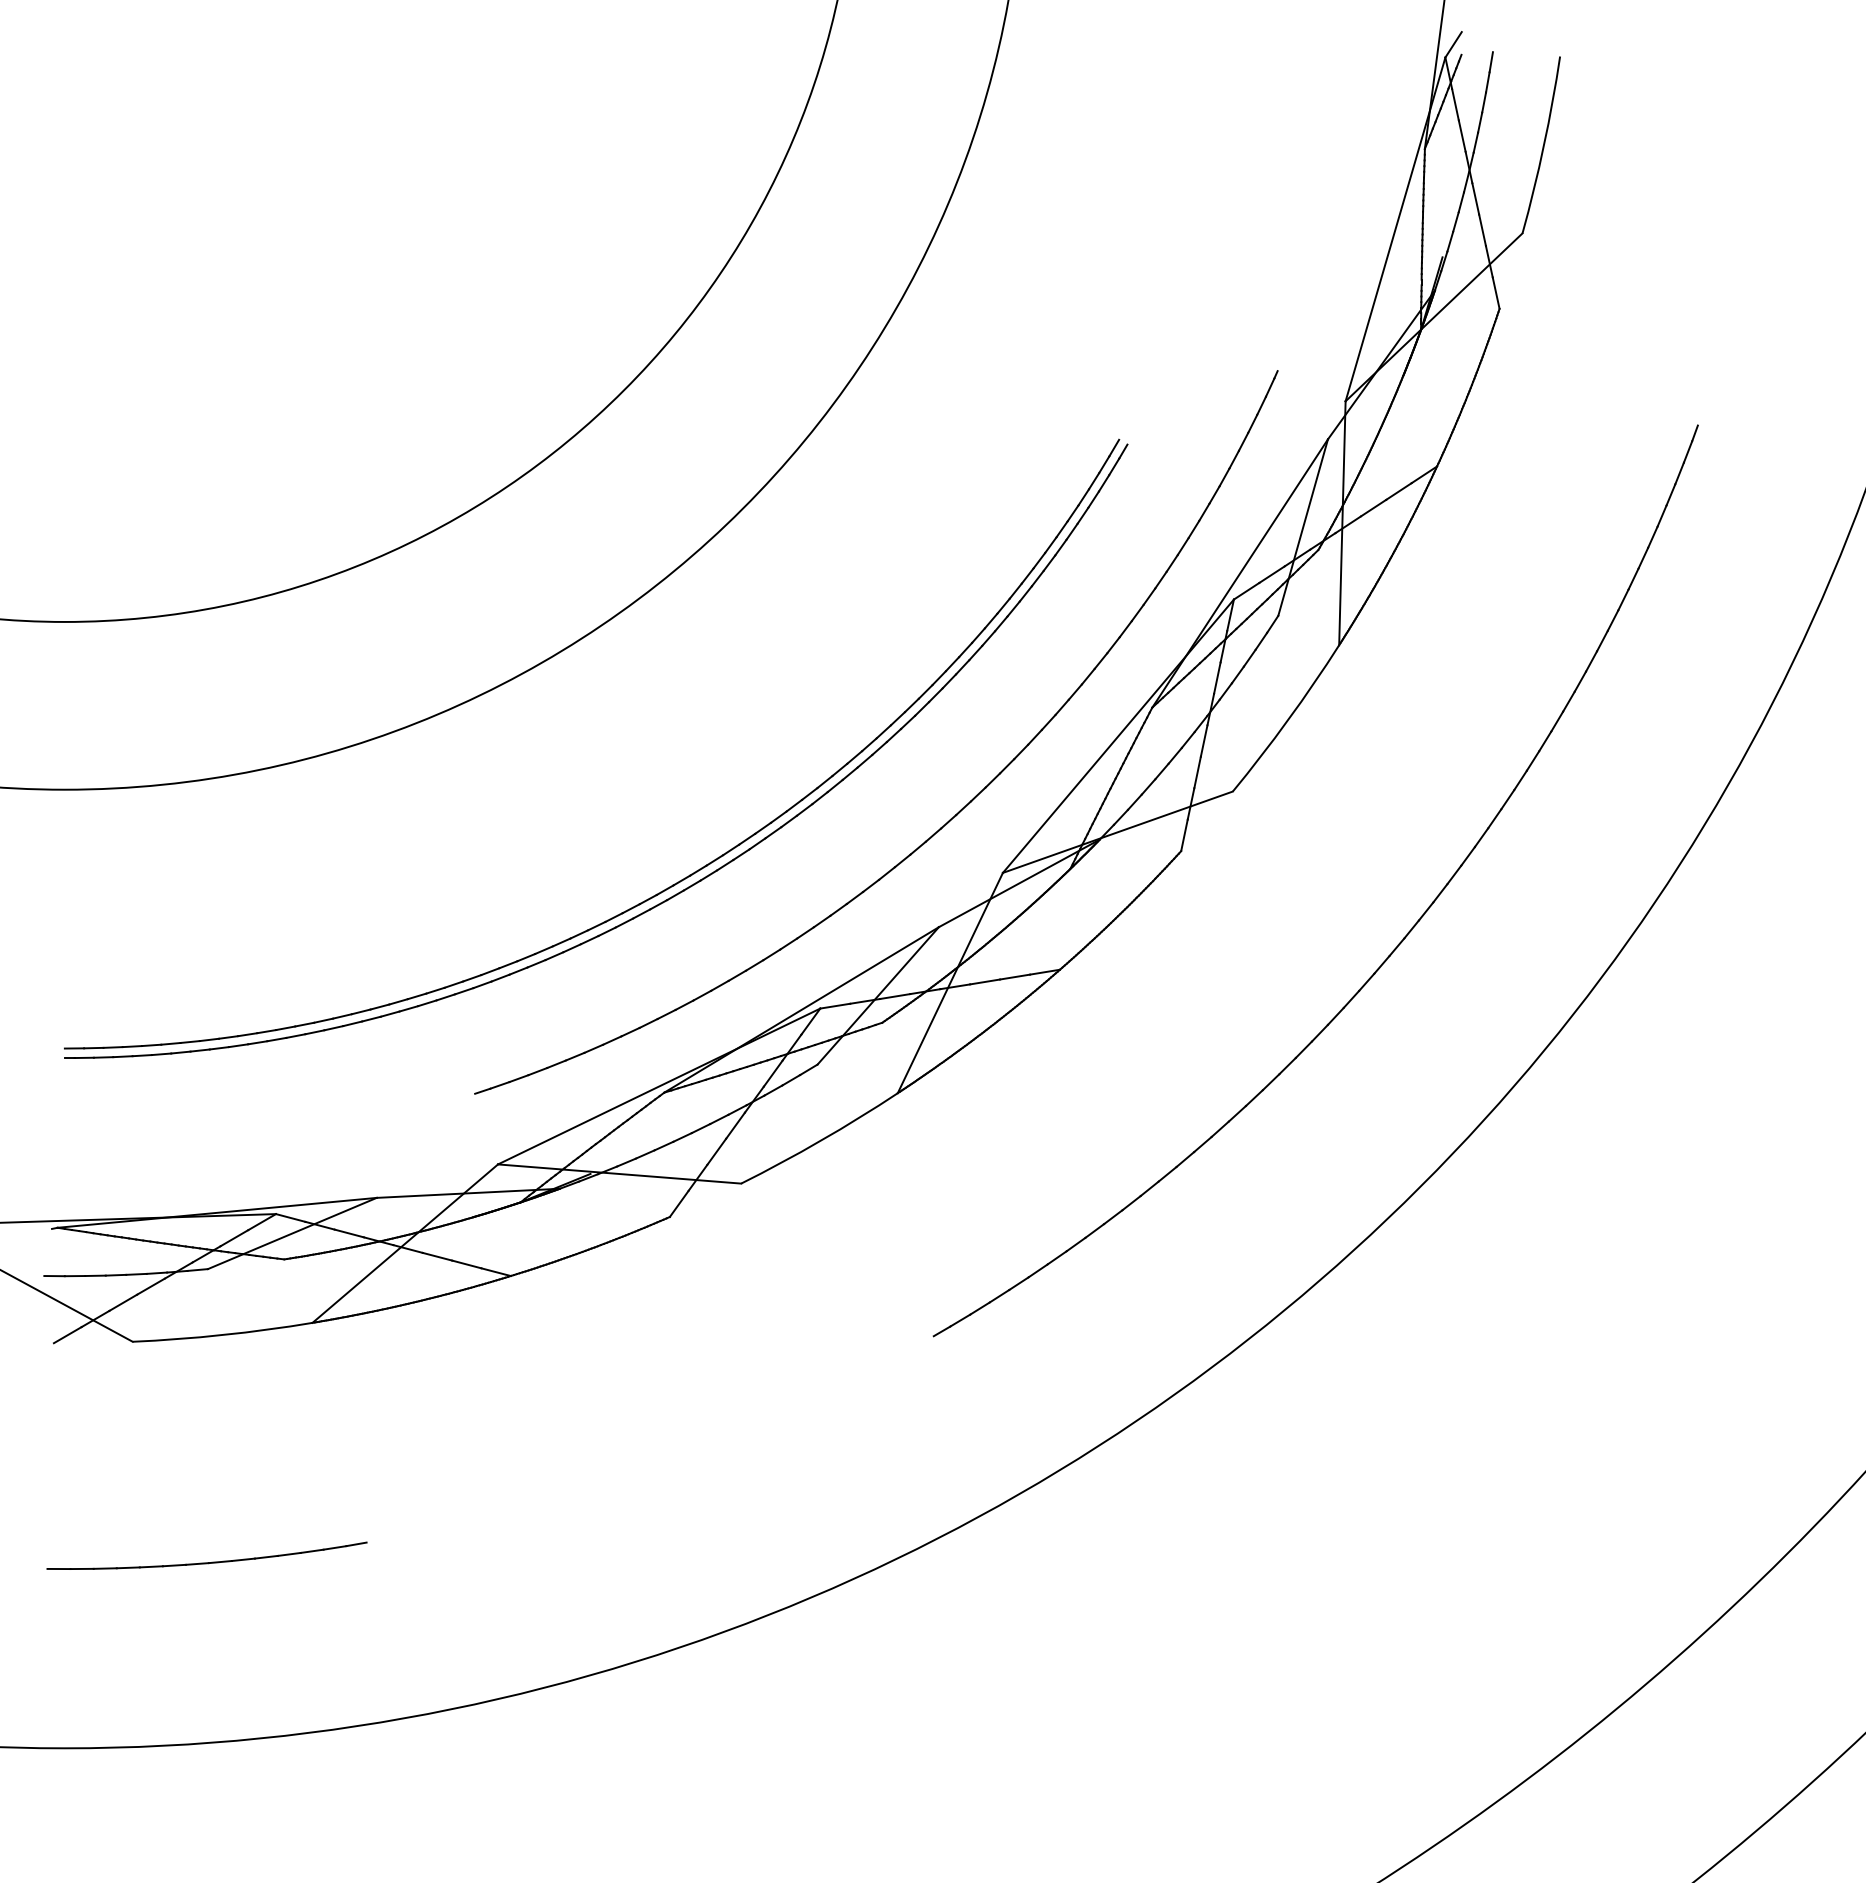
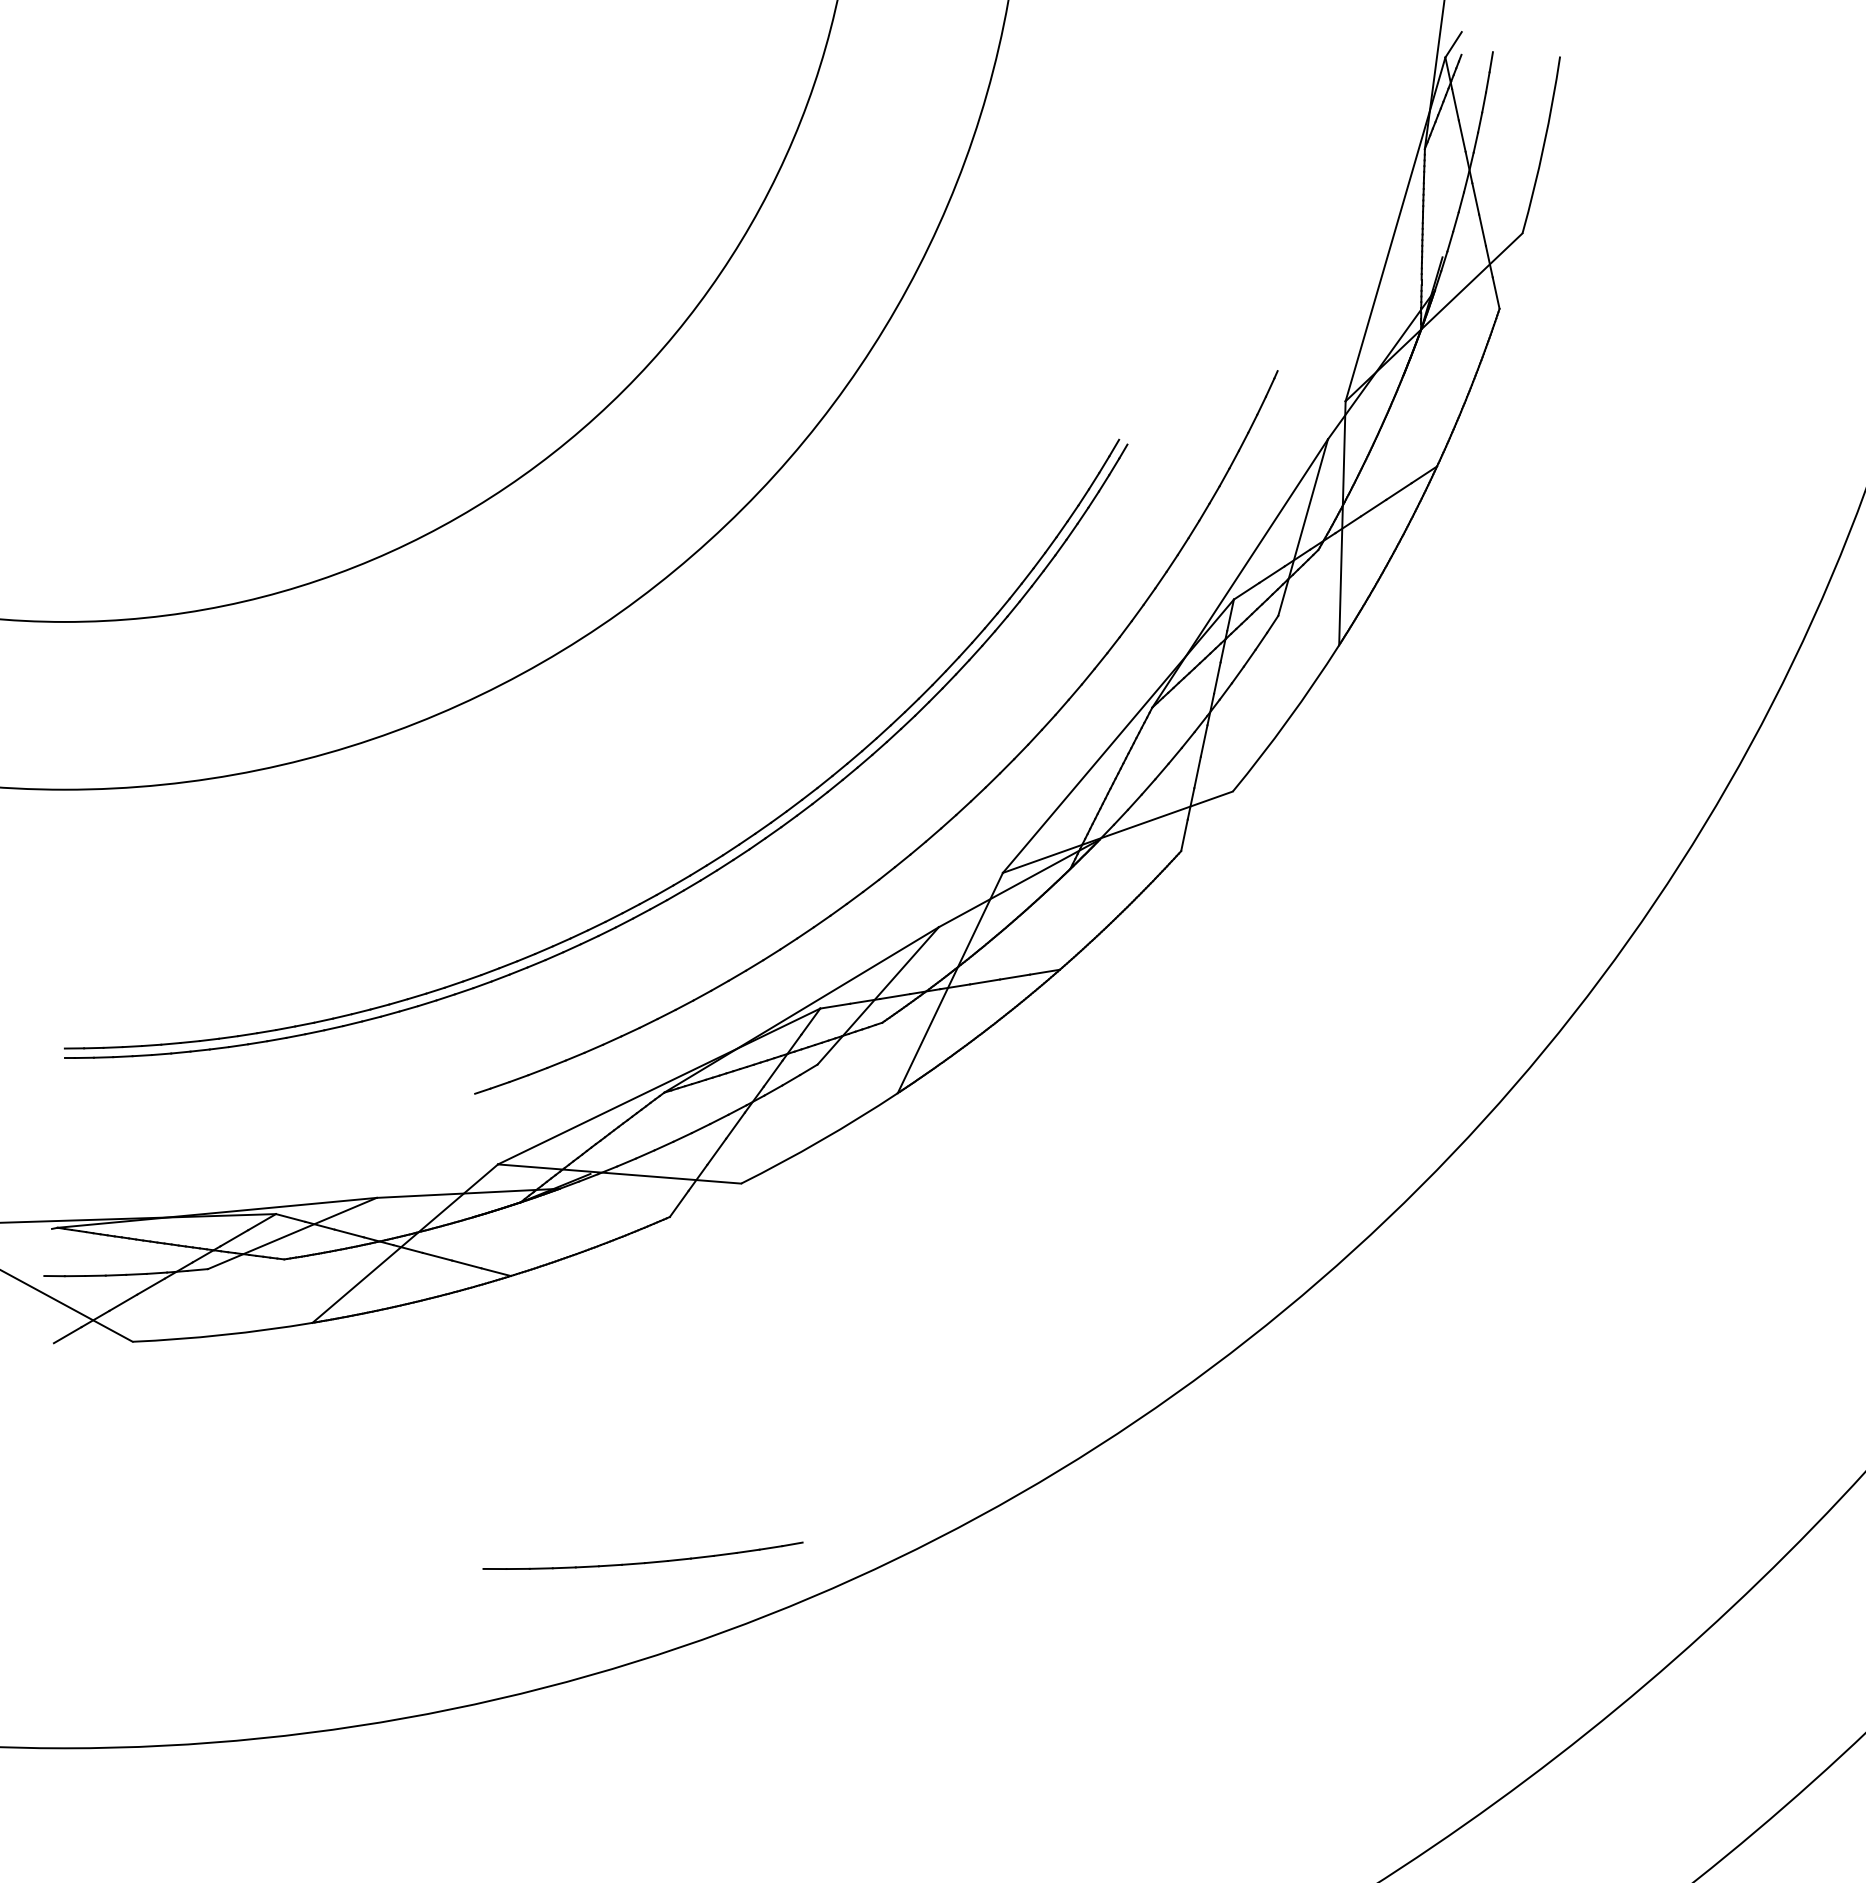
part at (1392, 950): present -> none
part at (206, 1562) position: (206, 1562) -> (642, 1562)
